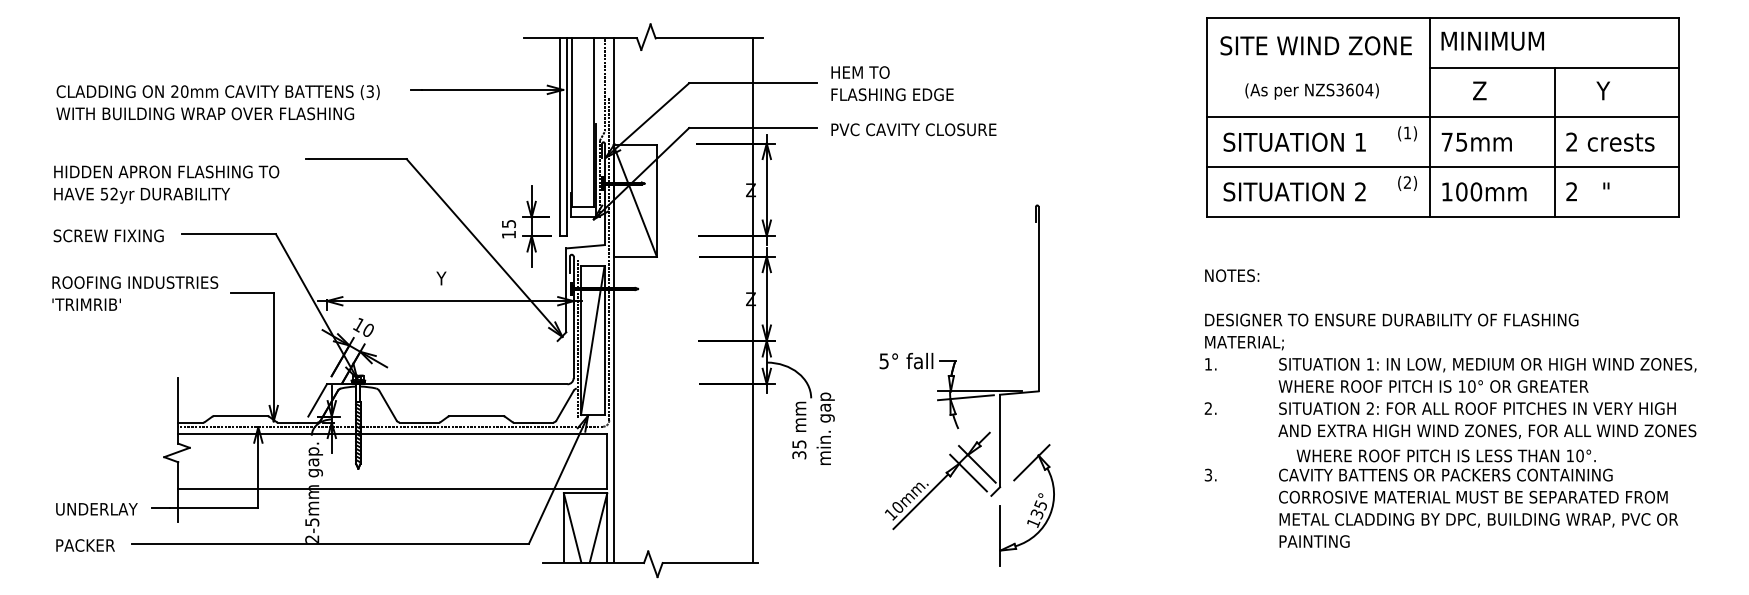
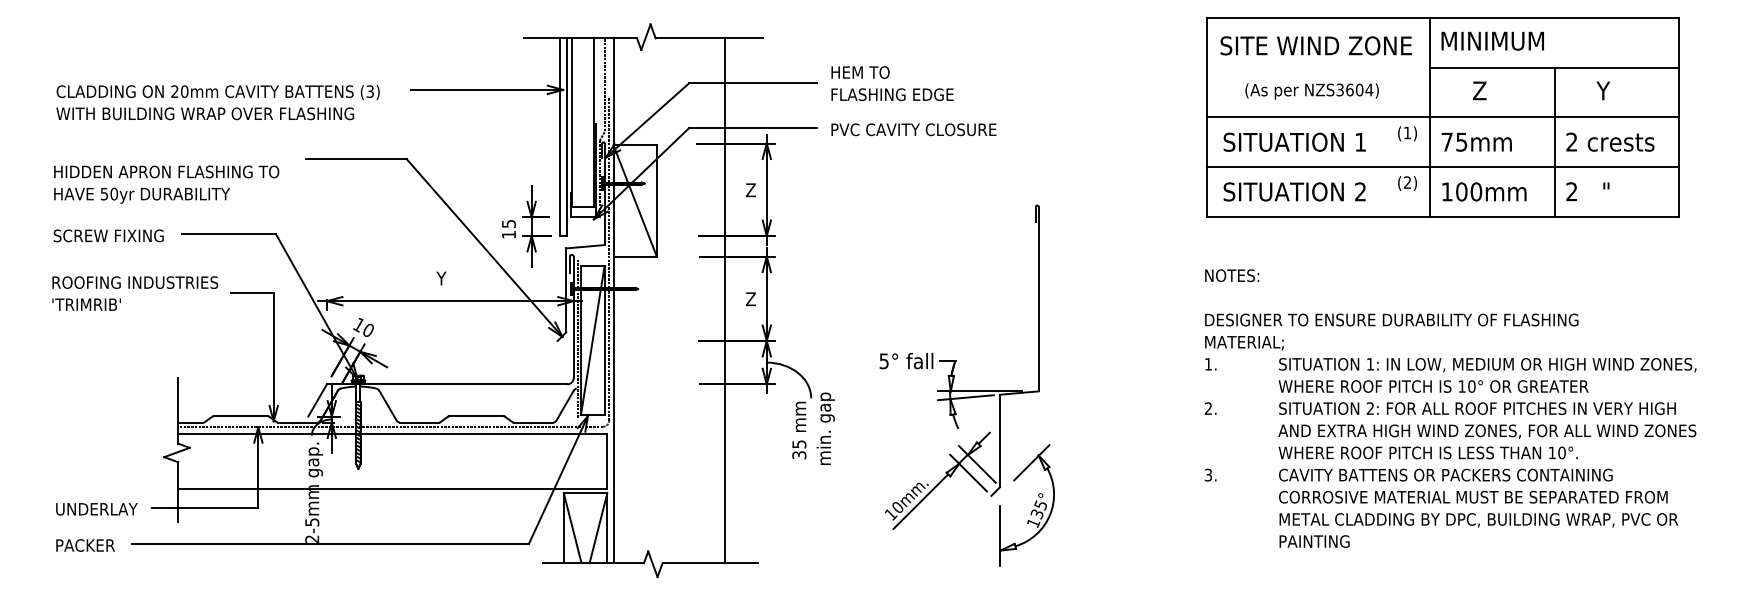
text at (114, 193): 52yr -> 50yr
line at (753, 300) position: (753, 300) -> (725, 300)
text at (1445, 455) position: (1445, 455) -> (1427, 452)
